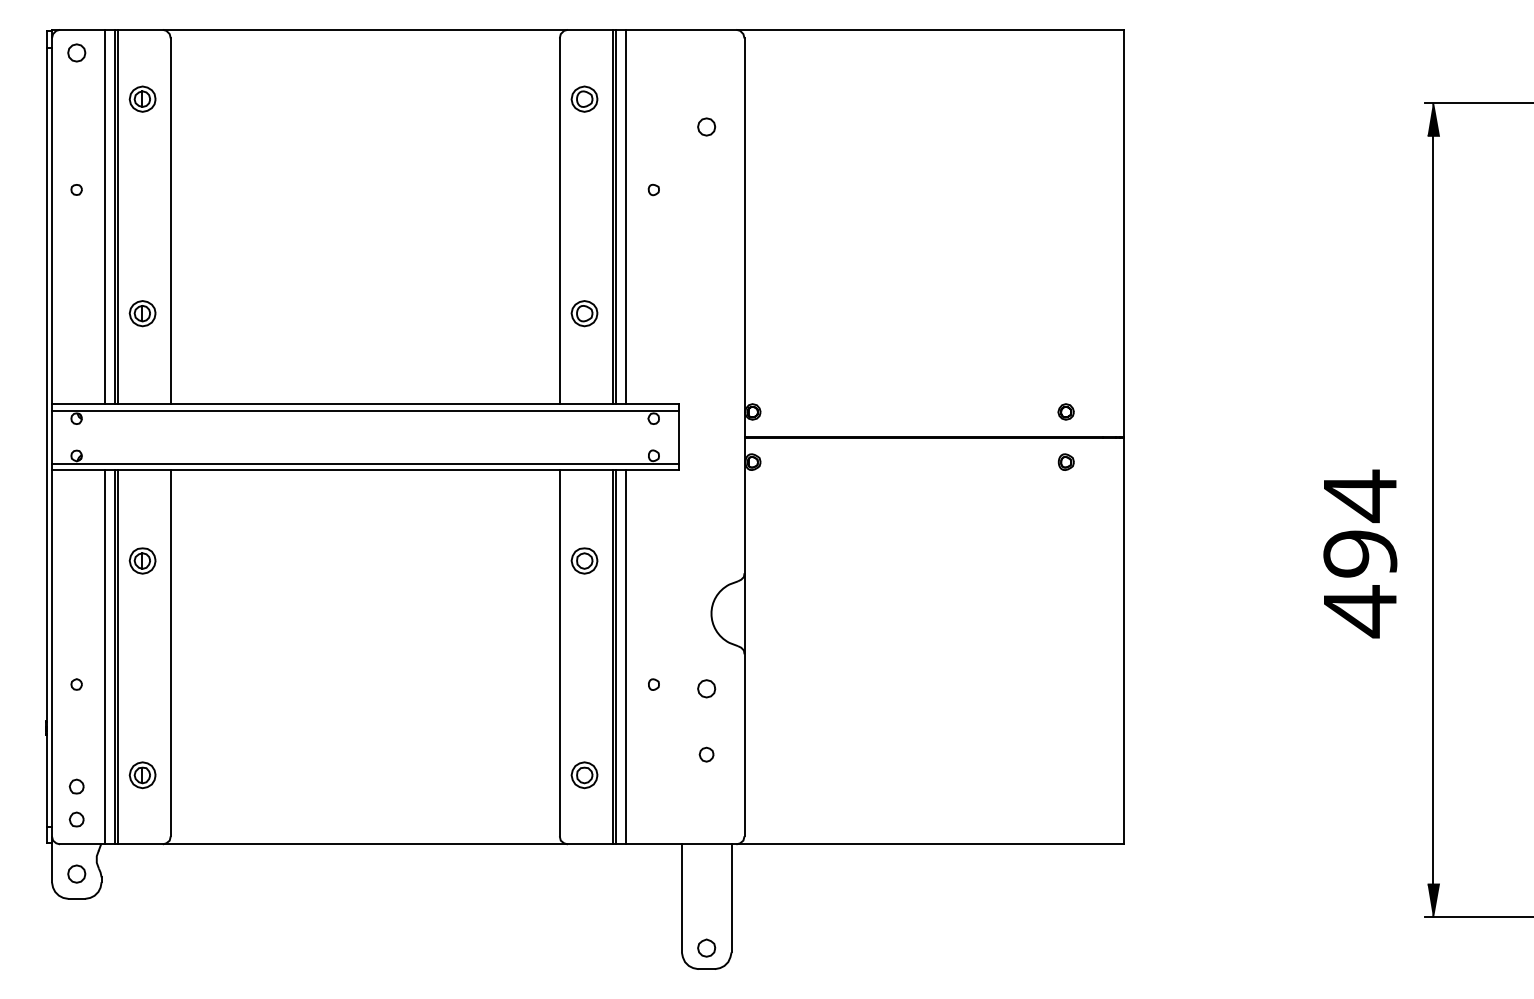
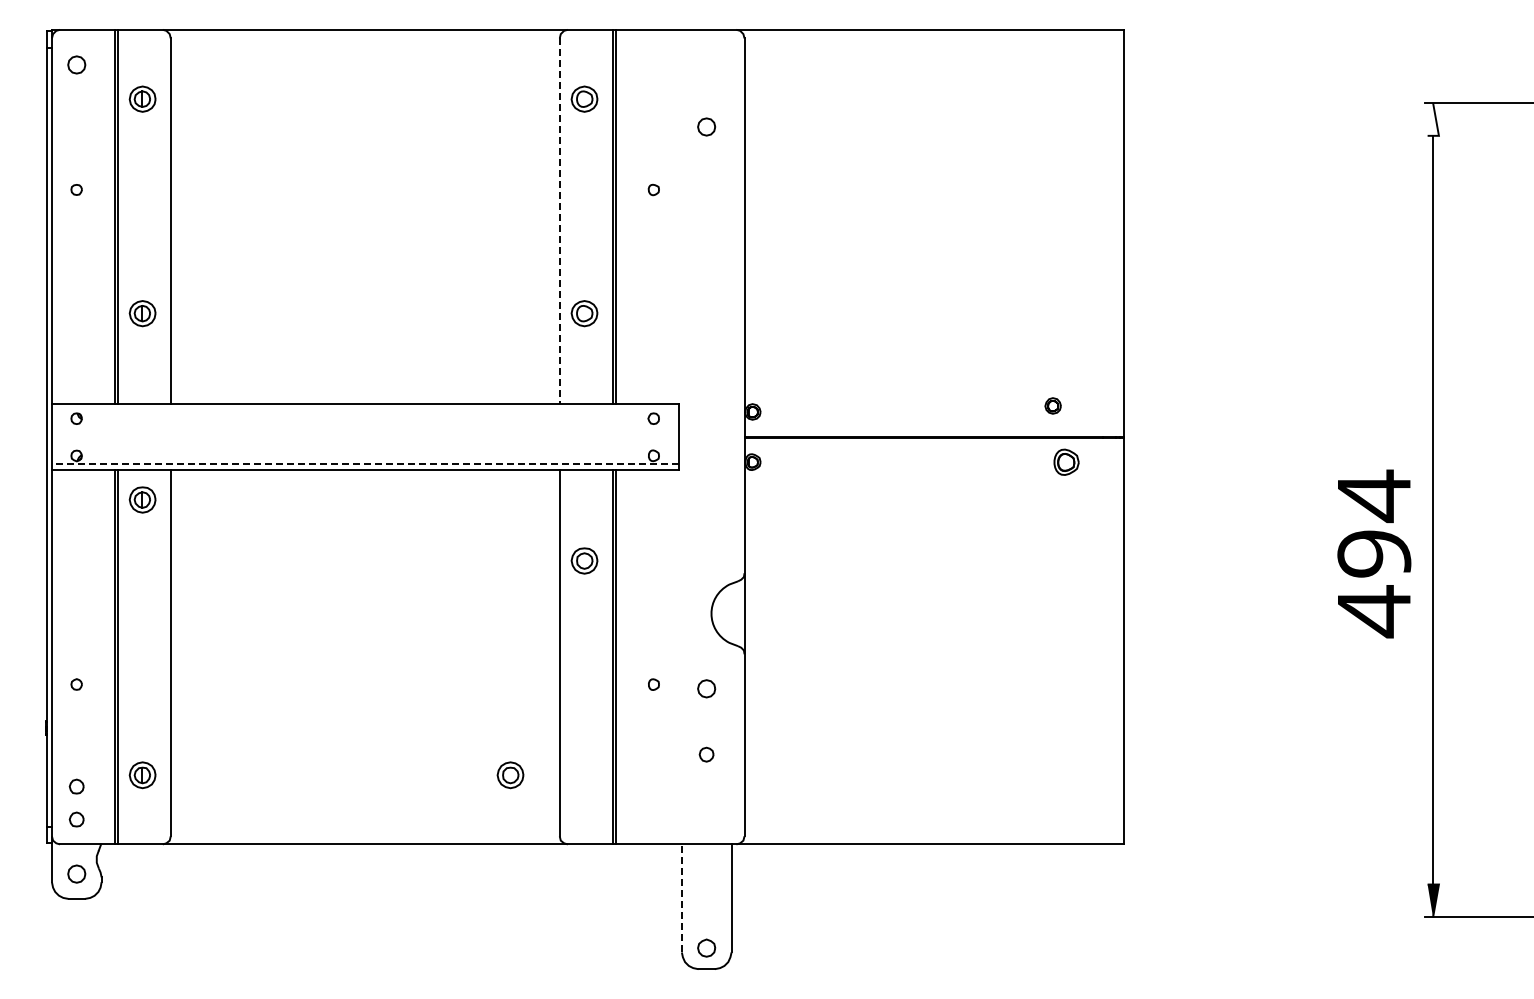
part at (76, 52) position: (76, 52) -> (76, 64)
fill at (1432, 118): present -> none
line at (104, 216): present -> none
line at (625, 216): present -> none
line at (559, 221): solid -> dashed
line at (364, 410): present -> none
part at (1065, 411) position: (1065, 411) -> (1052, 405)
part at (1065, 461) size: 18x18 px -> 27x28 px
line at (364, 463): solid -> dashed
text at (1360, 553) position: (1360, 553) -> (1374, 553)
part at (142, 560) position: (142, 560) -> (142, 499)
line at (104, 657): present -> none
line at (625, 657): present -> none
part at (584, 775) position: (584, 775) -> (510, 775)
line at (681, 897): solid -> dashed
